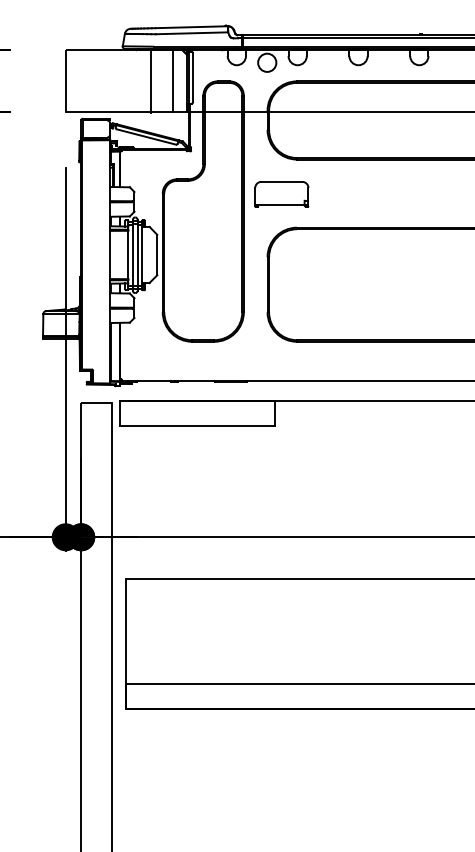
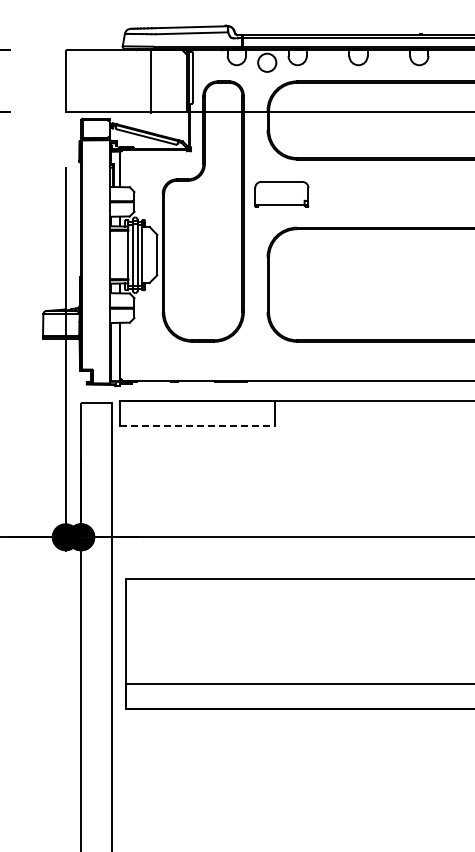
line at (172, 81): present -> none
line at (197, 426): solid -> dashed
